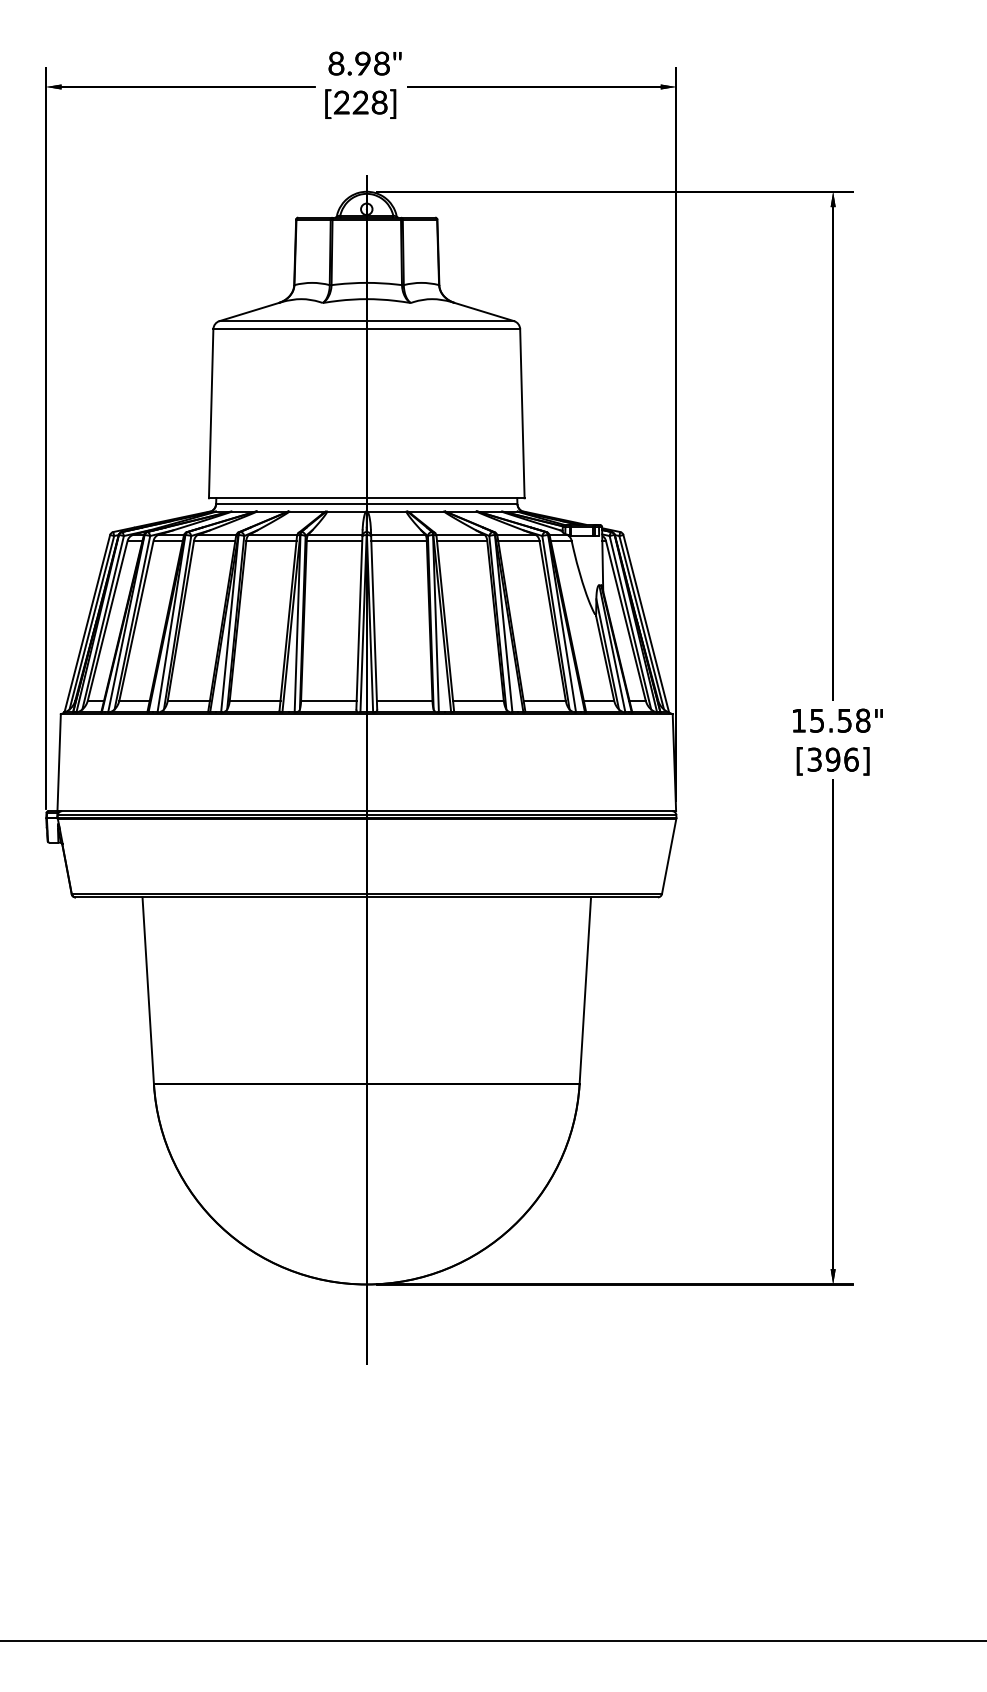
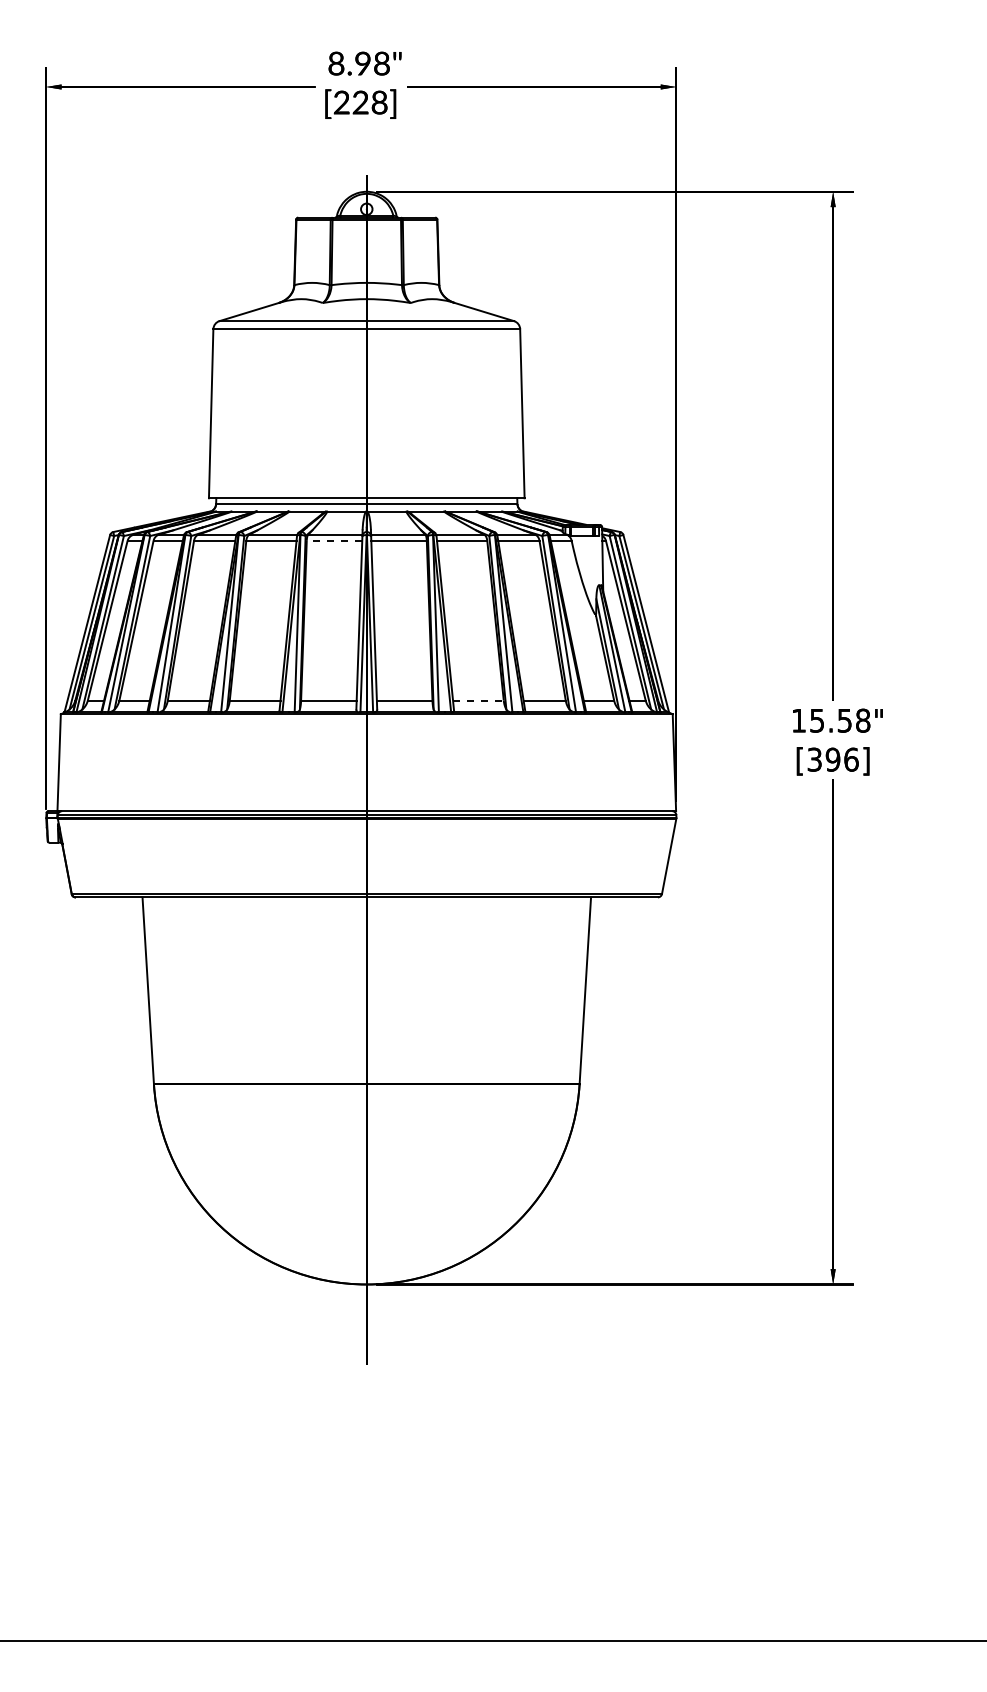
line at (334, 540): solid -> dashed
line at (478, 700): solid -> dashed
